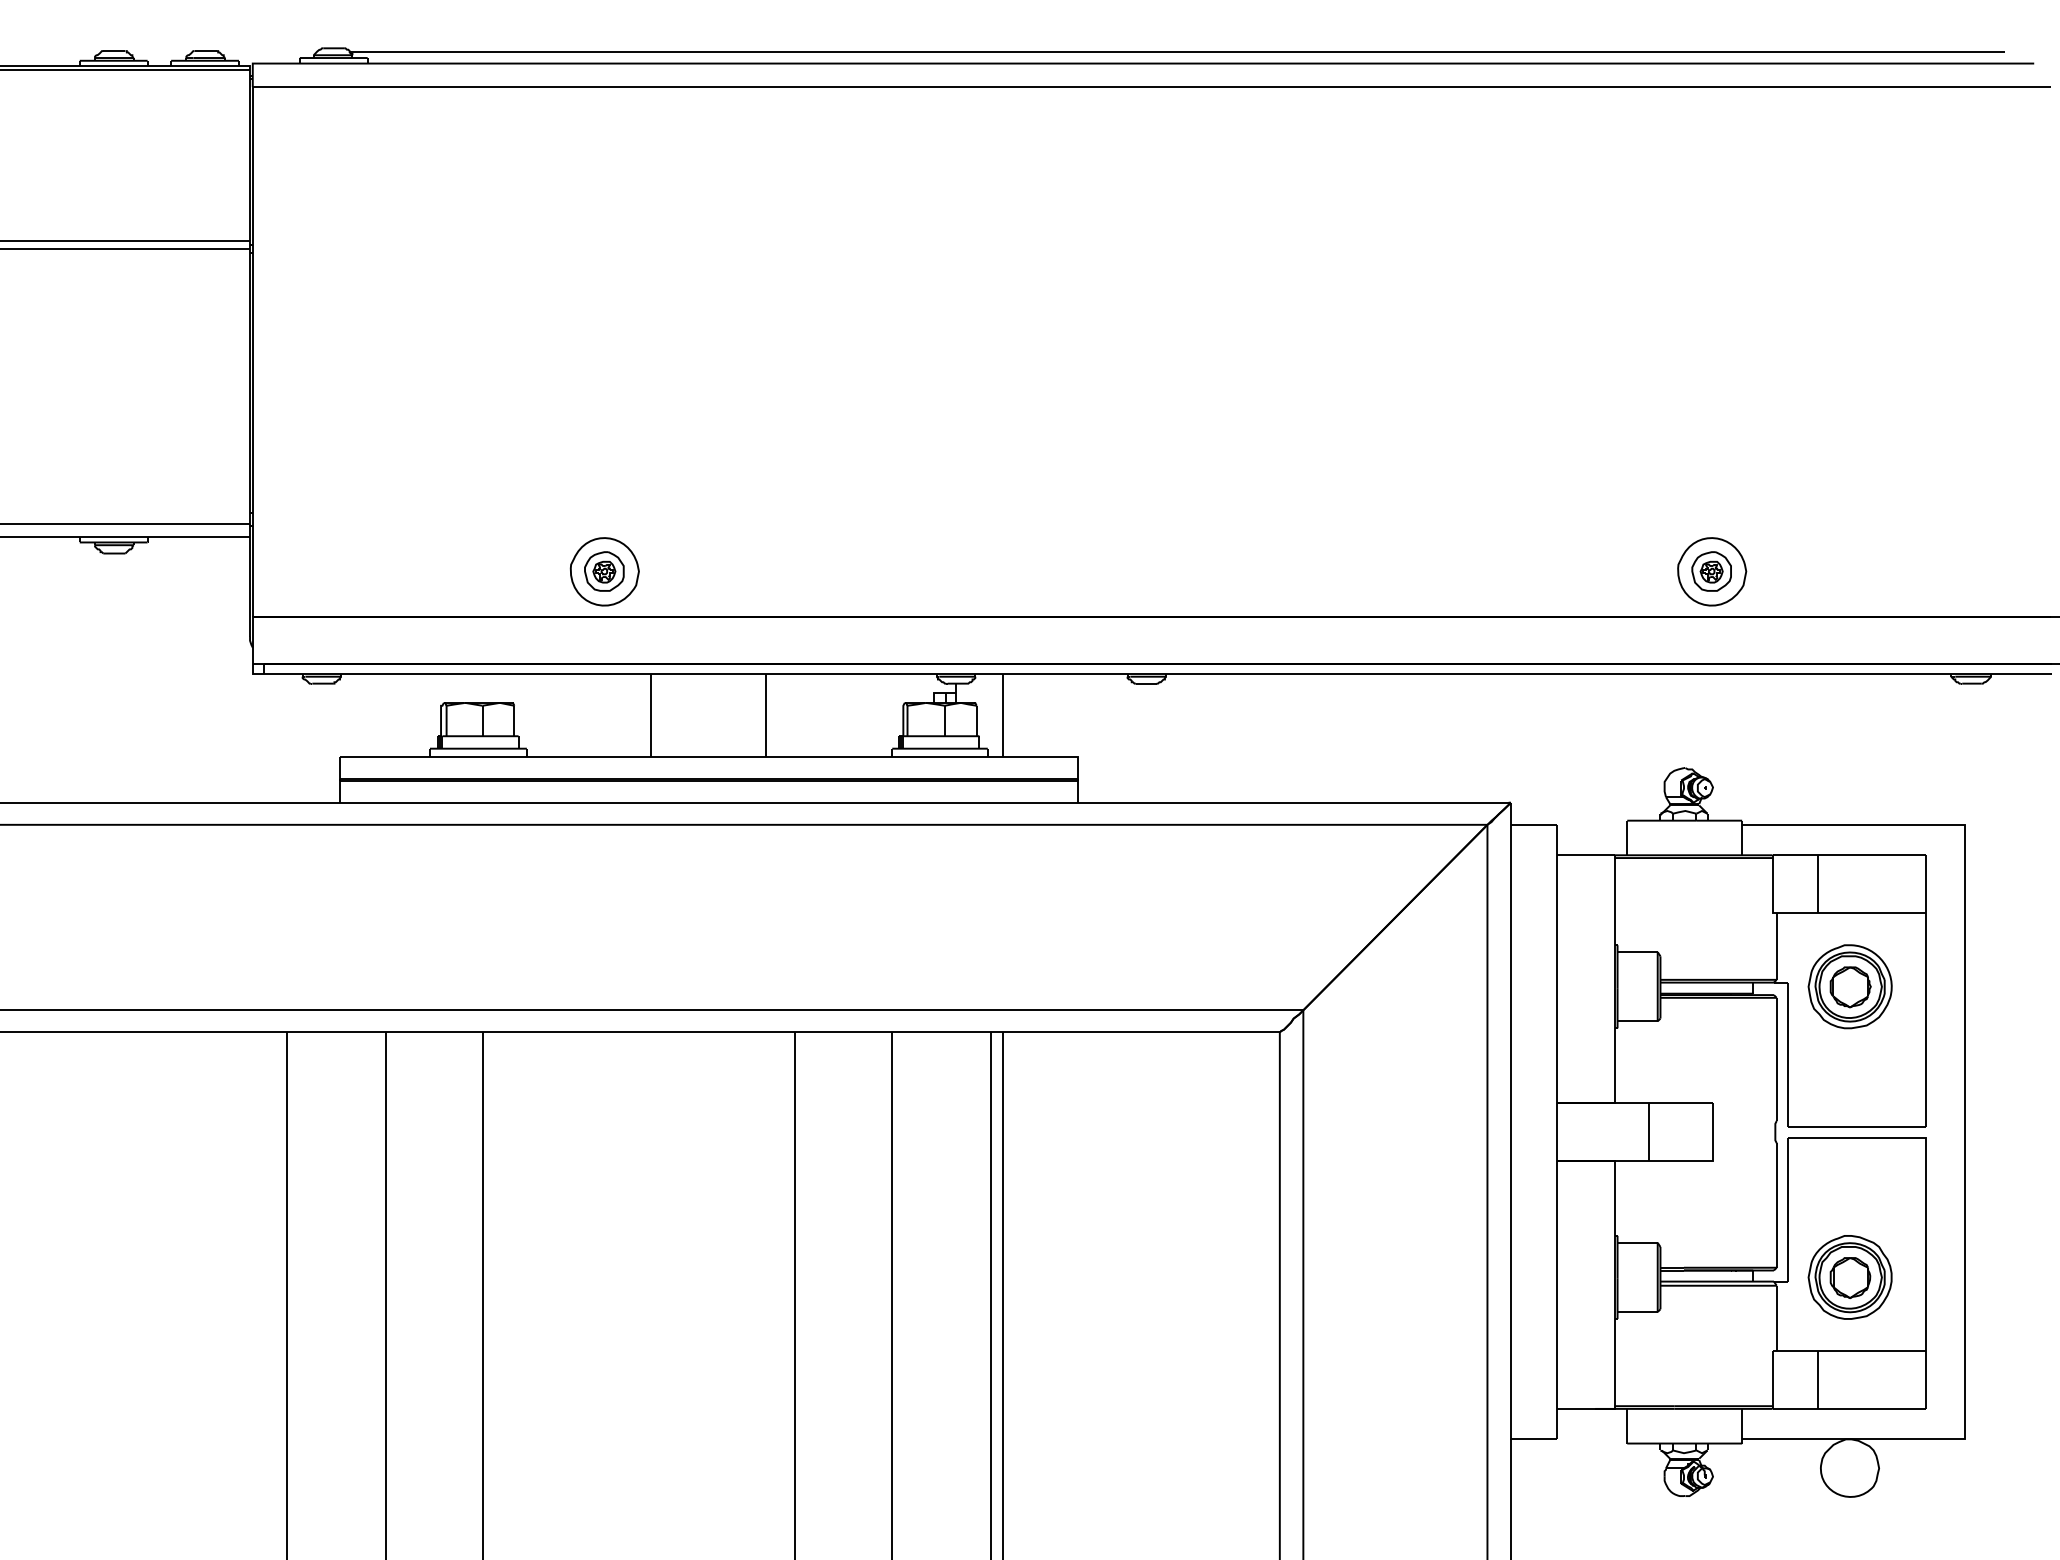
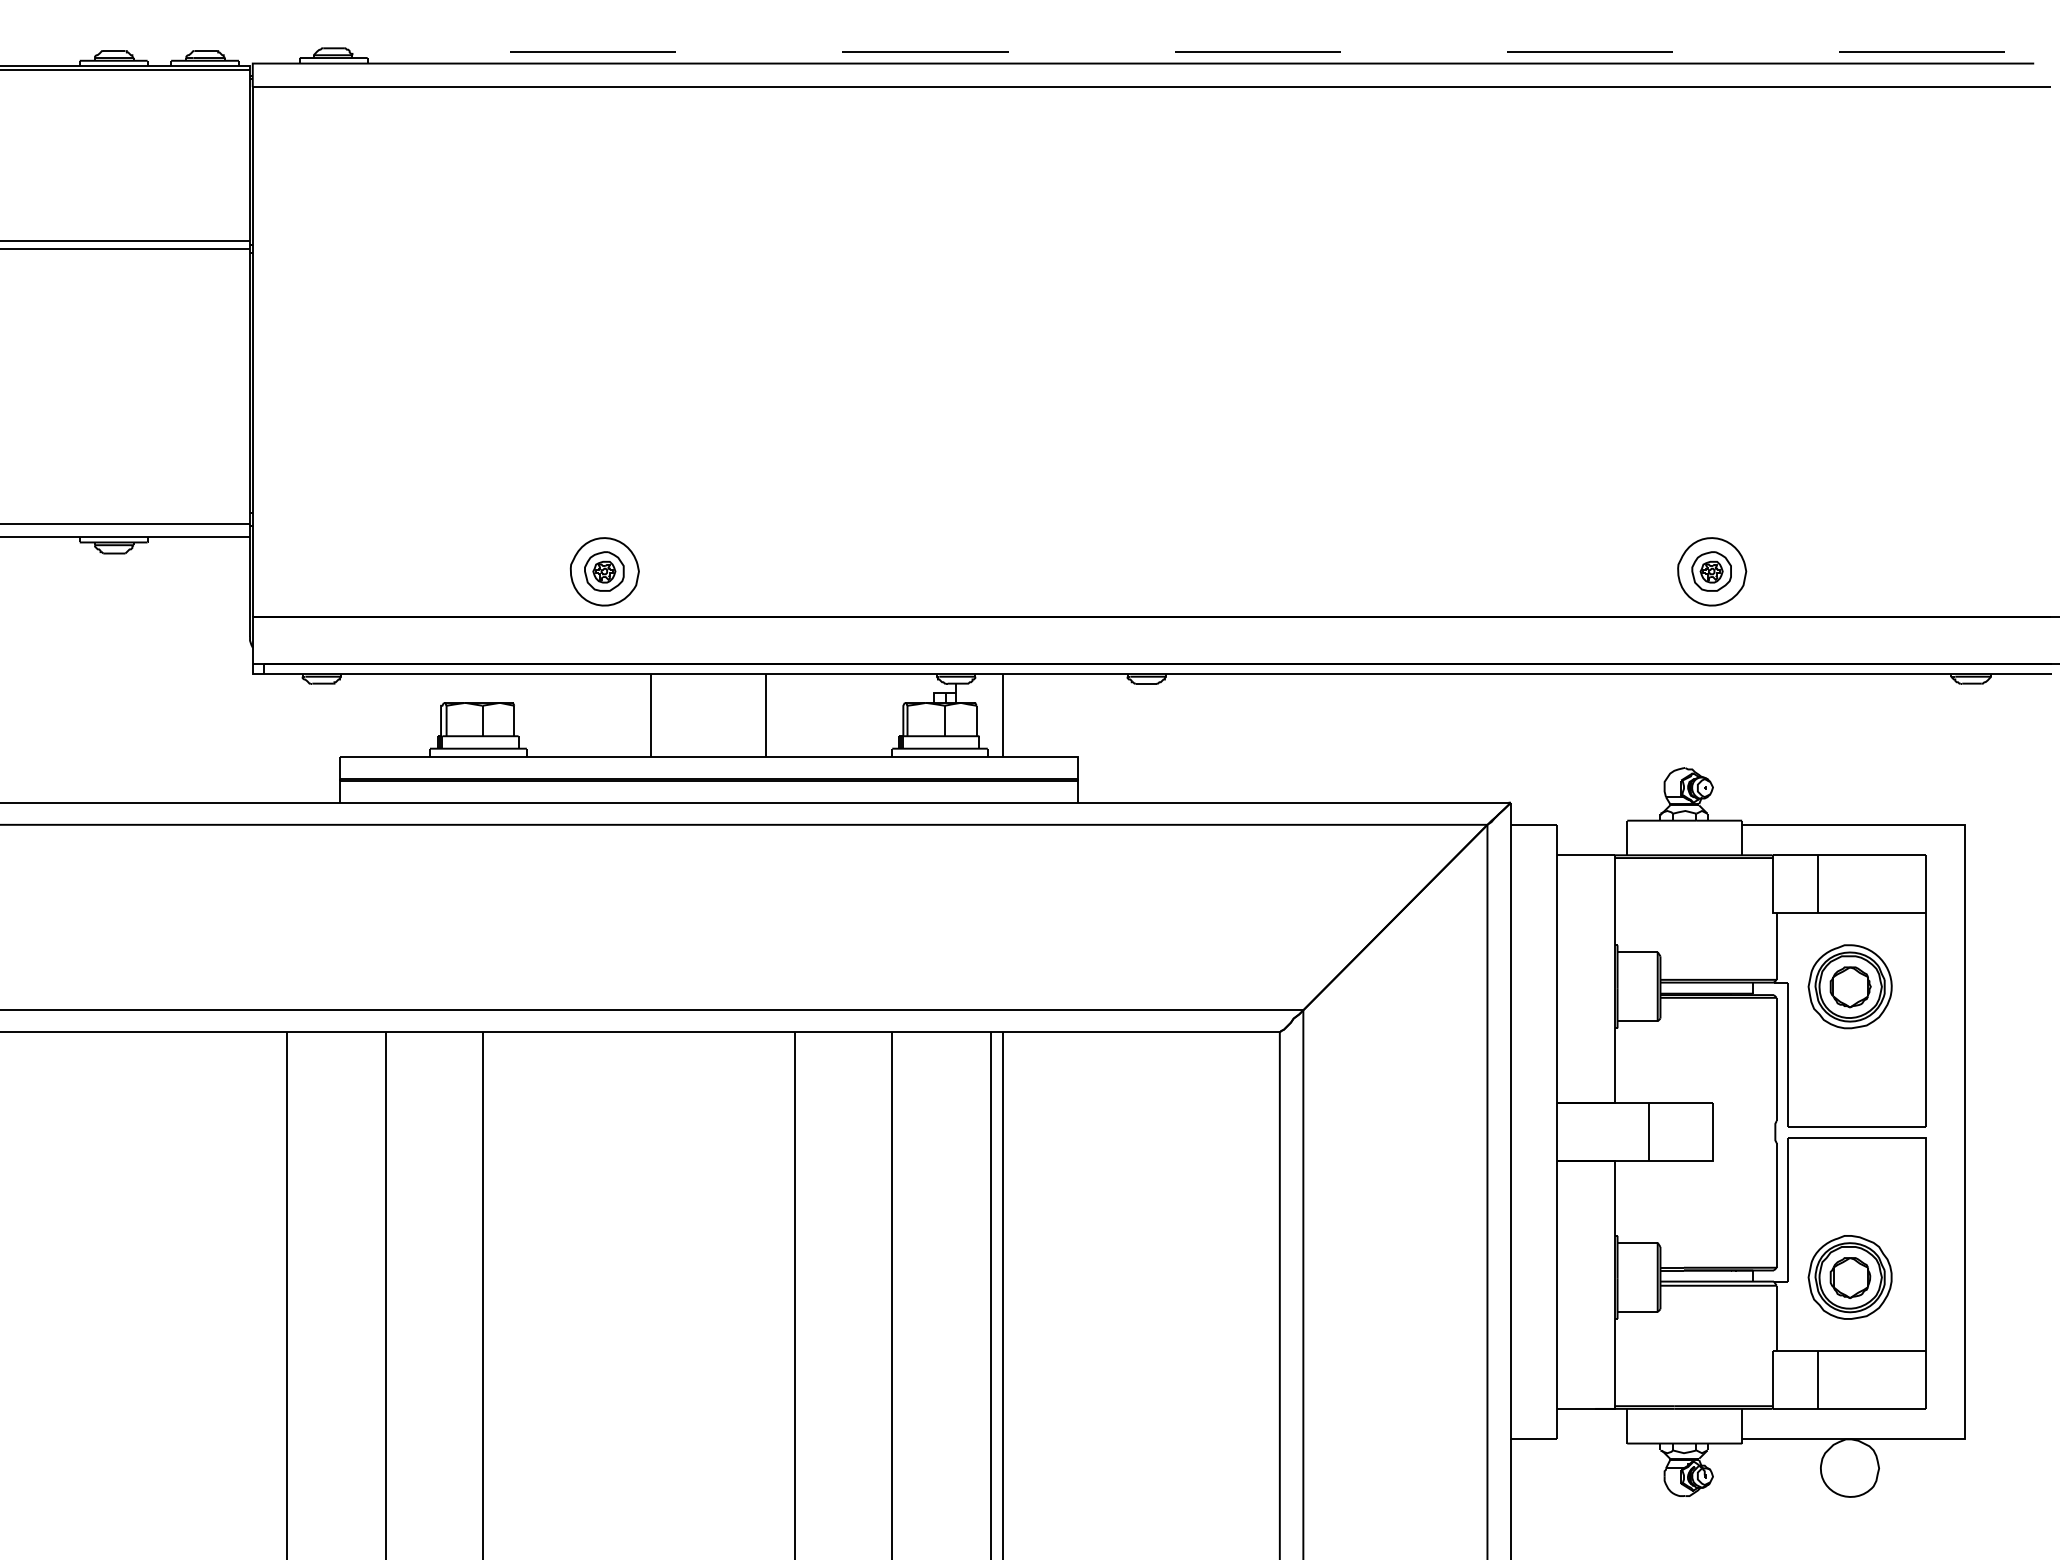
line at (1177, 52): solid -> dashed
